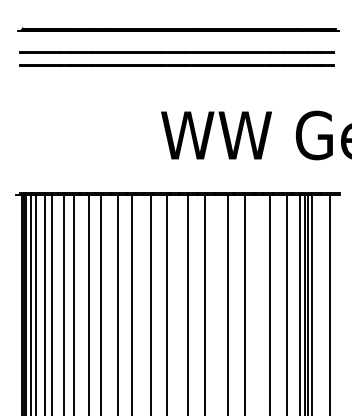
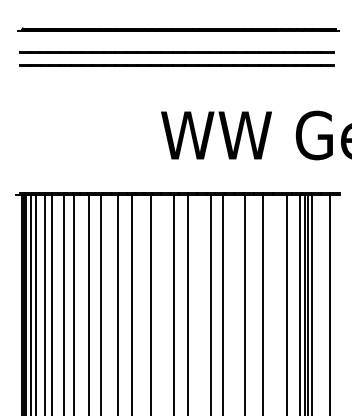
line at (166, 303) position: (166, 303) -> (173, 303)
line at (204, 303) position: (204, 303) -> (210, 303)
line at (228, 303) position: (228, 303) -> (223, 303)
line at (269, 303) position: (269, 303) -> (262, 303)
